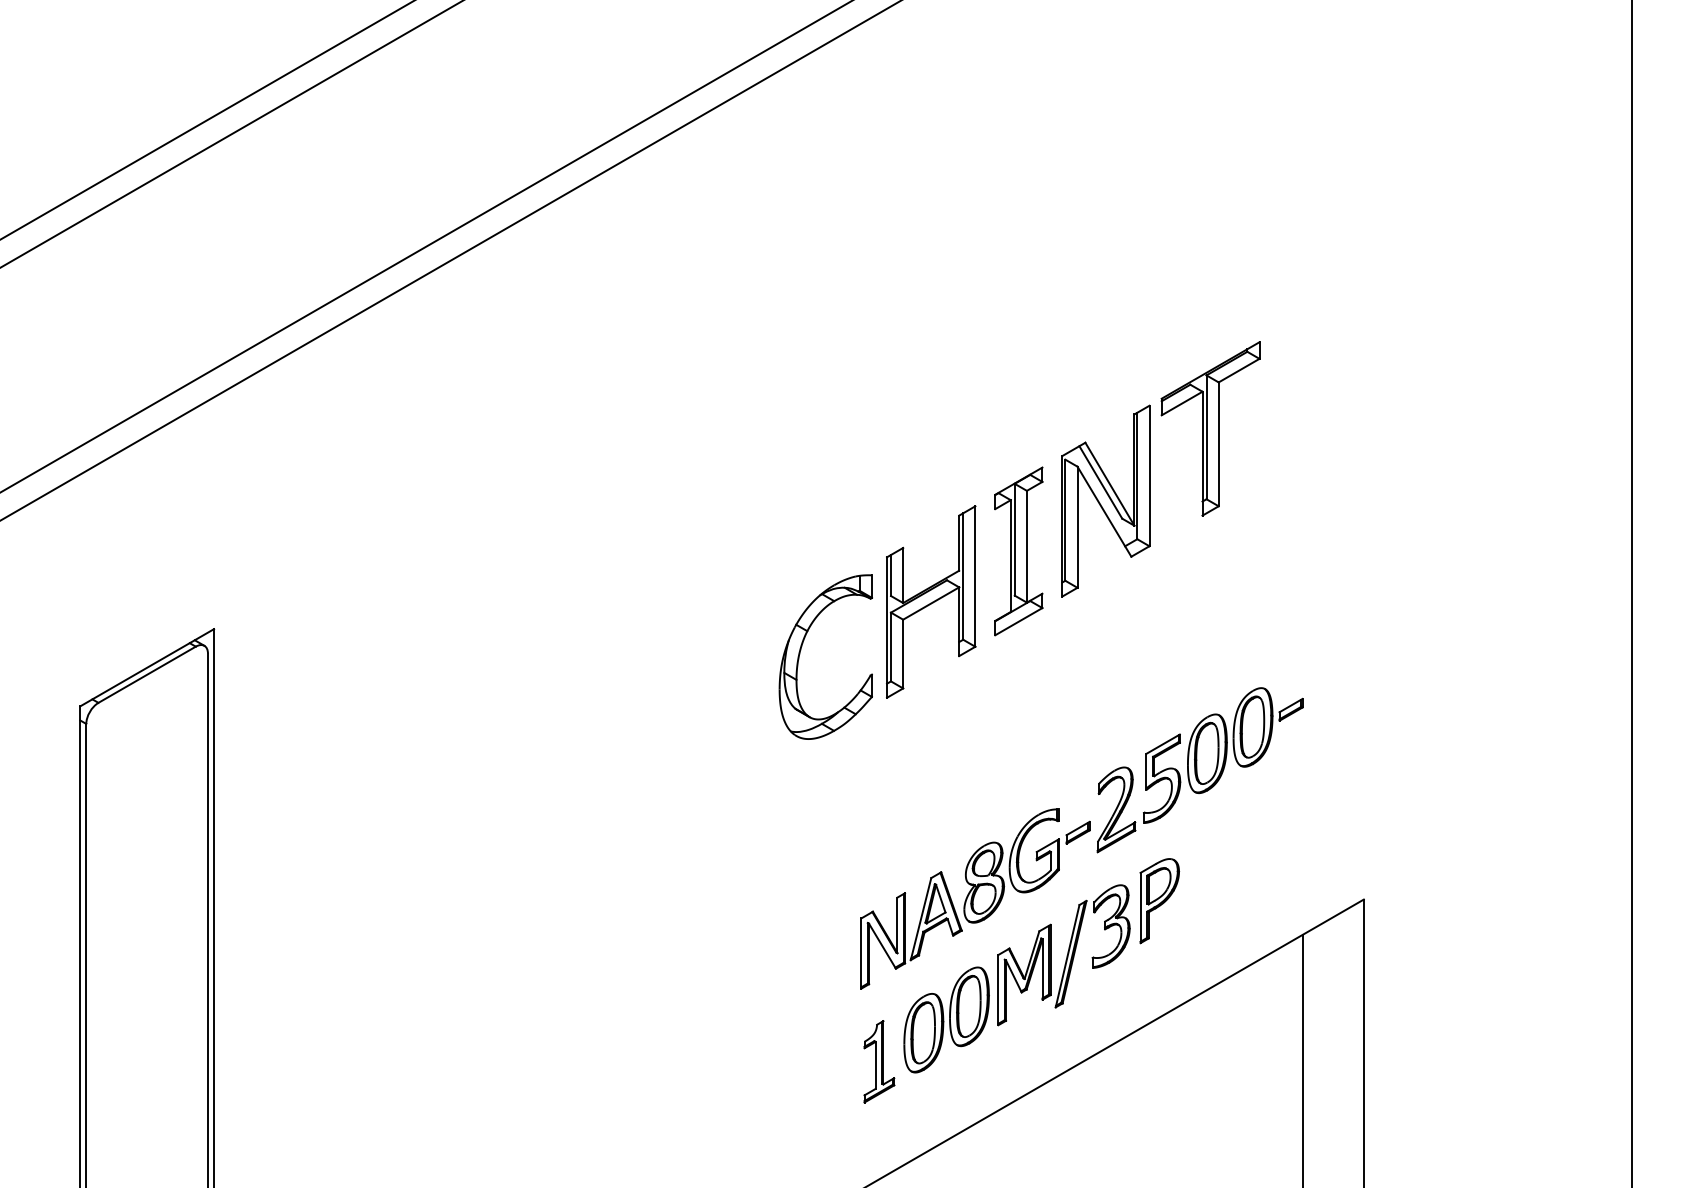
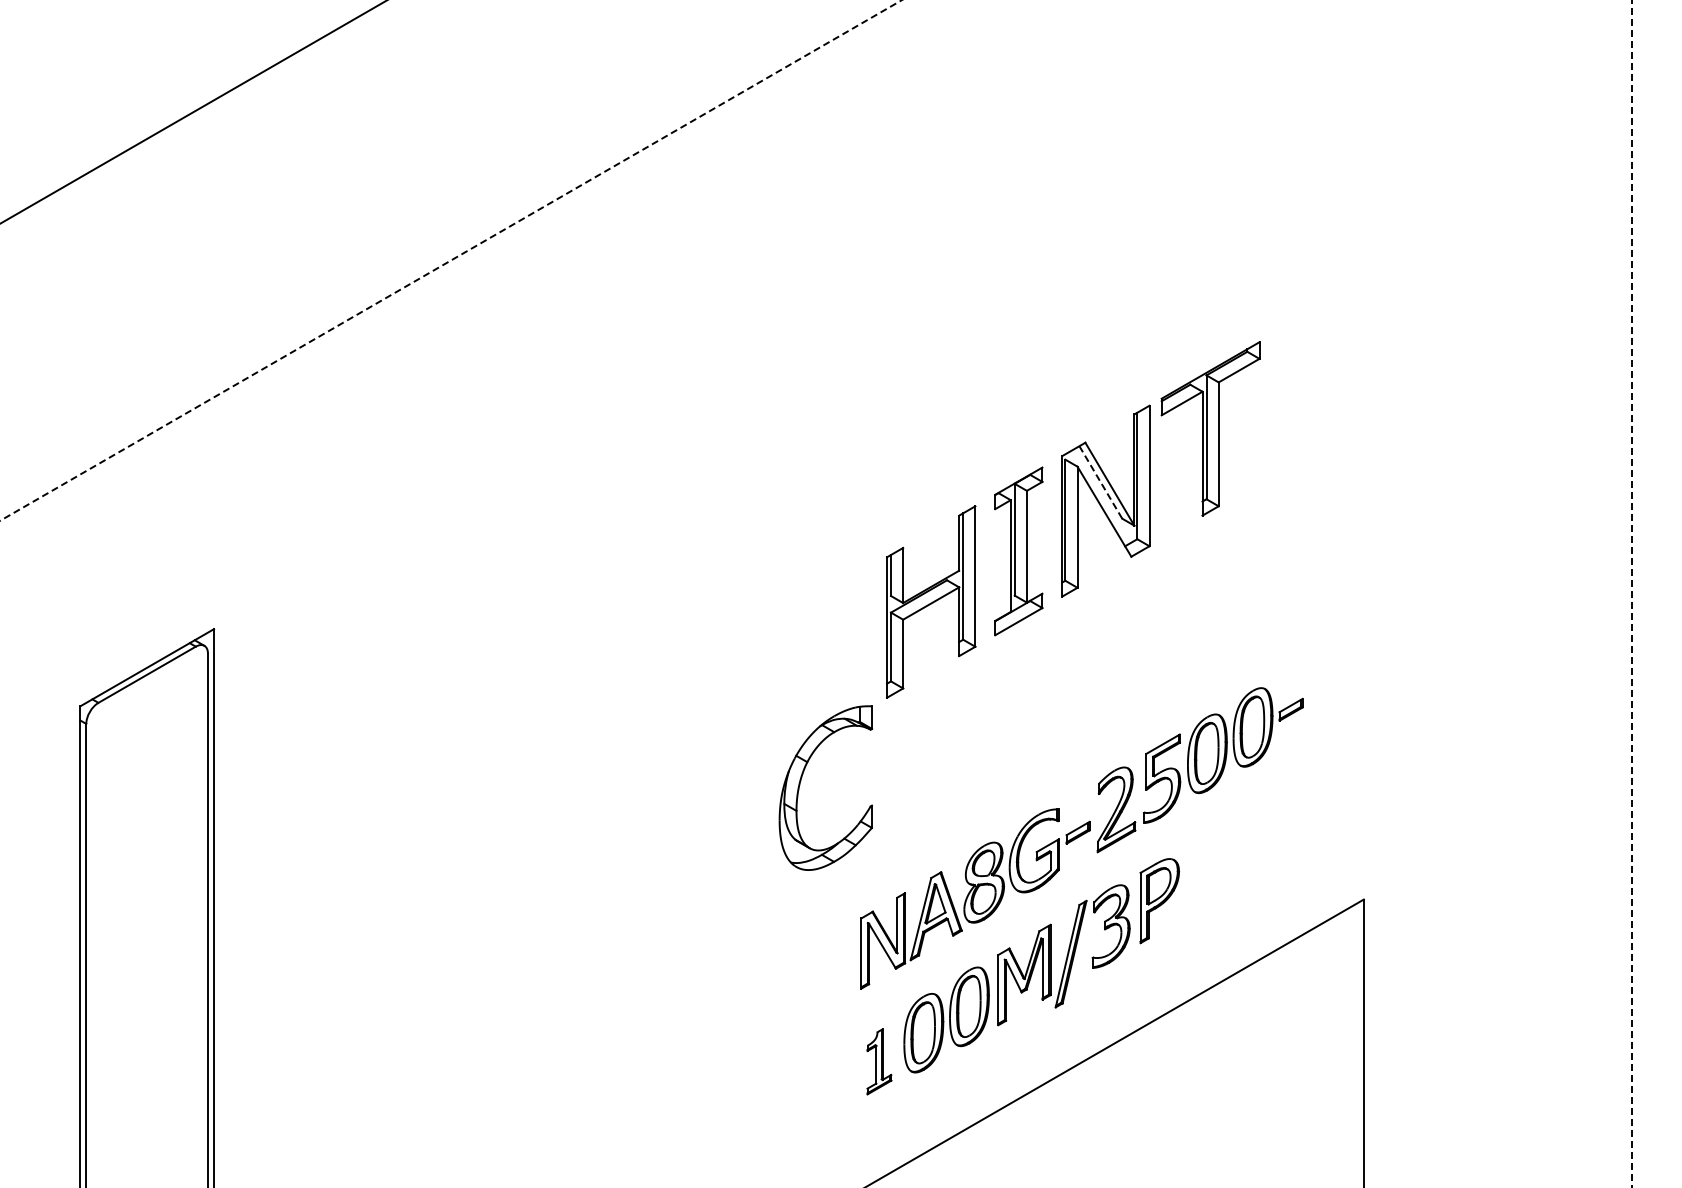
line at (206, 120) position: (206, 120) -> (192, 112)
line at (230, 134): present -> none
line at (425, 246): present -> none
line at (451, 260): solid -> dashed
line at (1101, 482): solid -> dashed
line at (1631, 594): solid -> dashed
part at (801, 650) position: (801, 650) -> (801, 781)
line at (1303, 1059): present -> none
part at (879, 1061) size: 33x84 px -> 27x68 px
